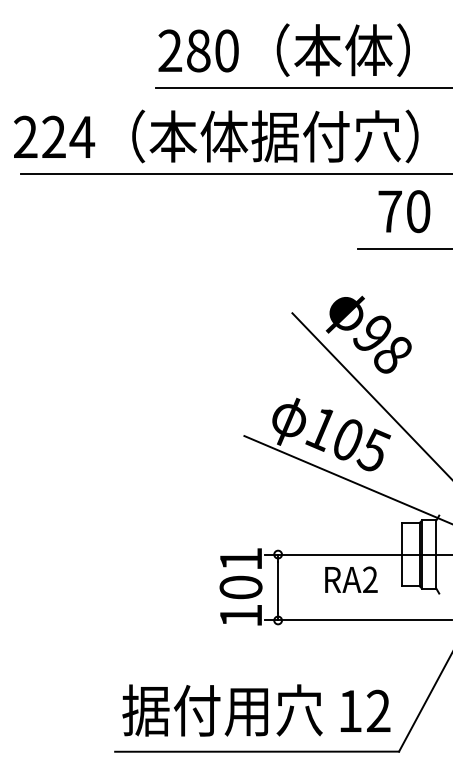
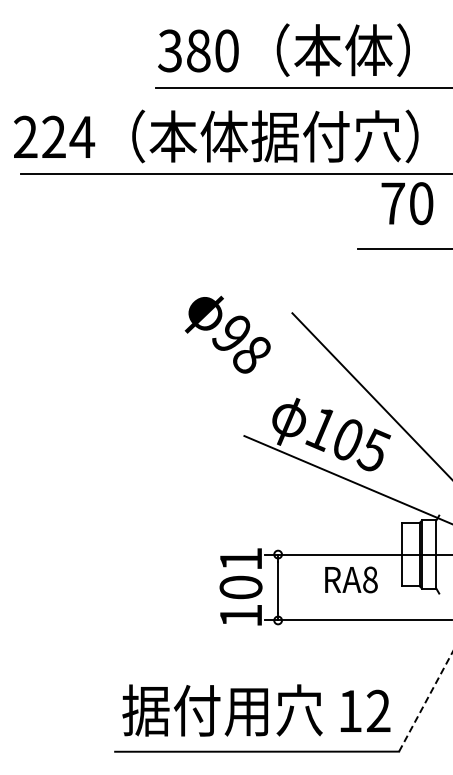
text at (170, 50): 280 -> 380
text at (404, 211) position: (404, 211) -> (407, 203)
text at (368, 334) position: (368, 334) -> (227, 334)
text at (370, 579): RA2 -> RA8
line at (425, 701): solid -> dashed
